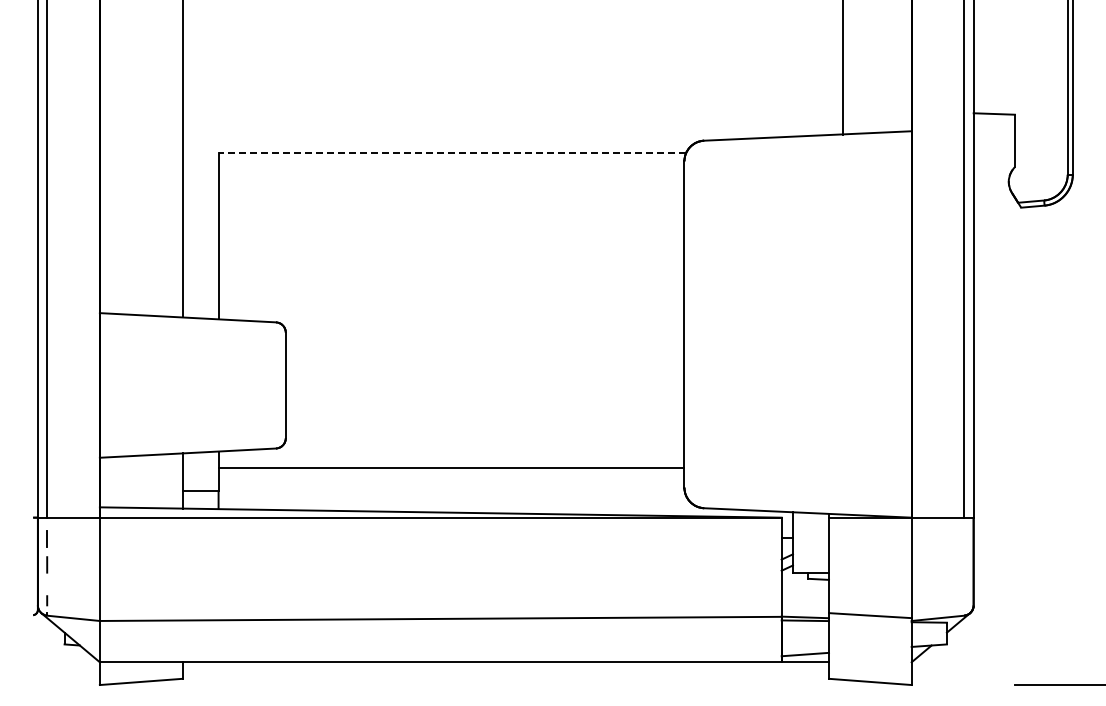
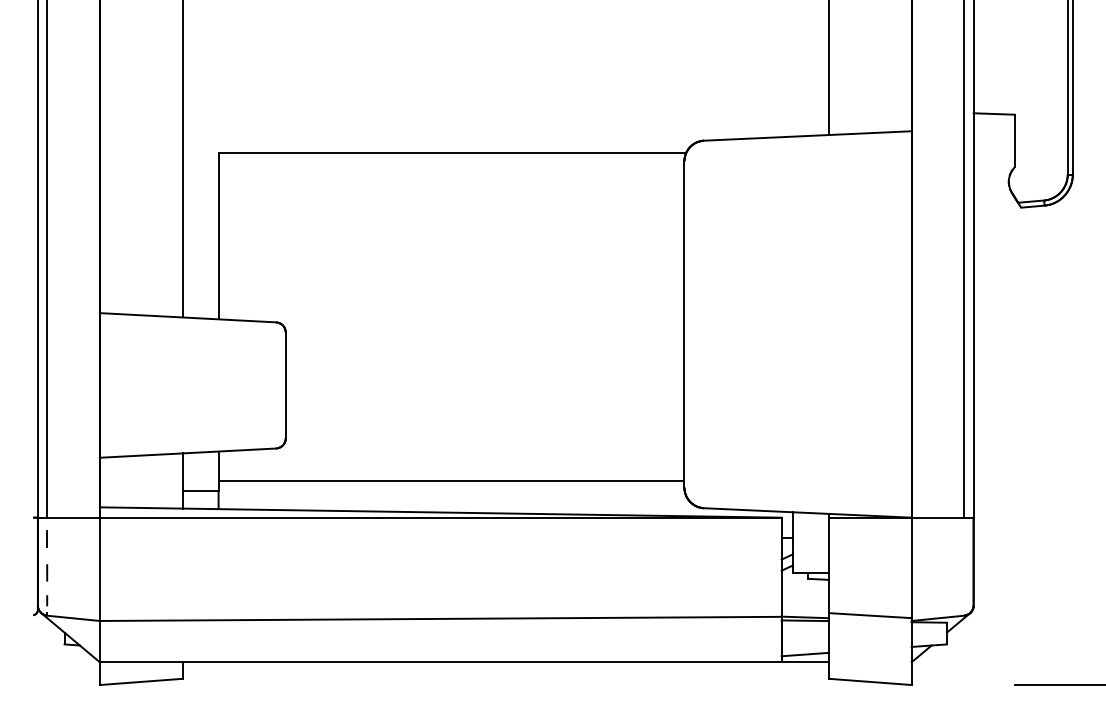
line at (843, 68) position: (843, 68) -> (829, 68)
line at (452, 152): dashed -> solid
line at (451, 468) position: (451, 468) -> (451, 481)
line at (47, 564) position: (47, 564) -> (47, 572)
